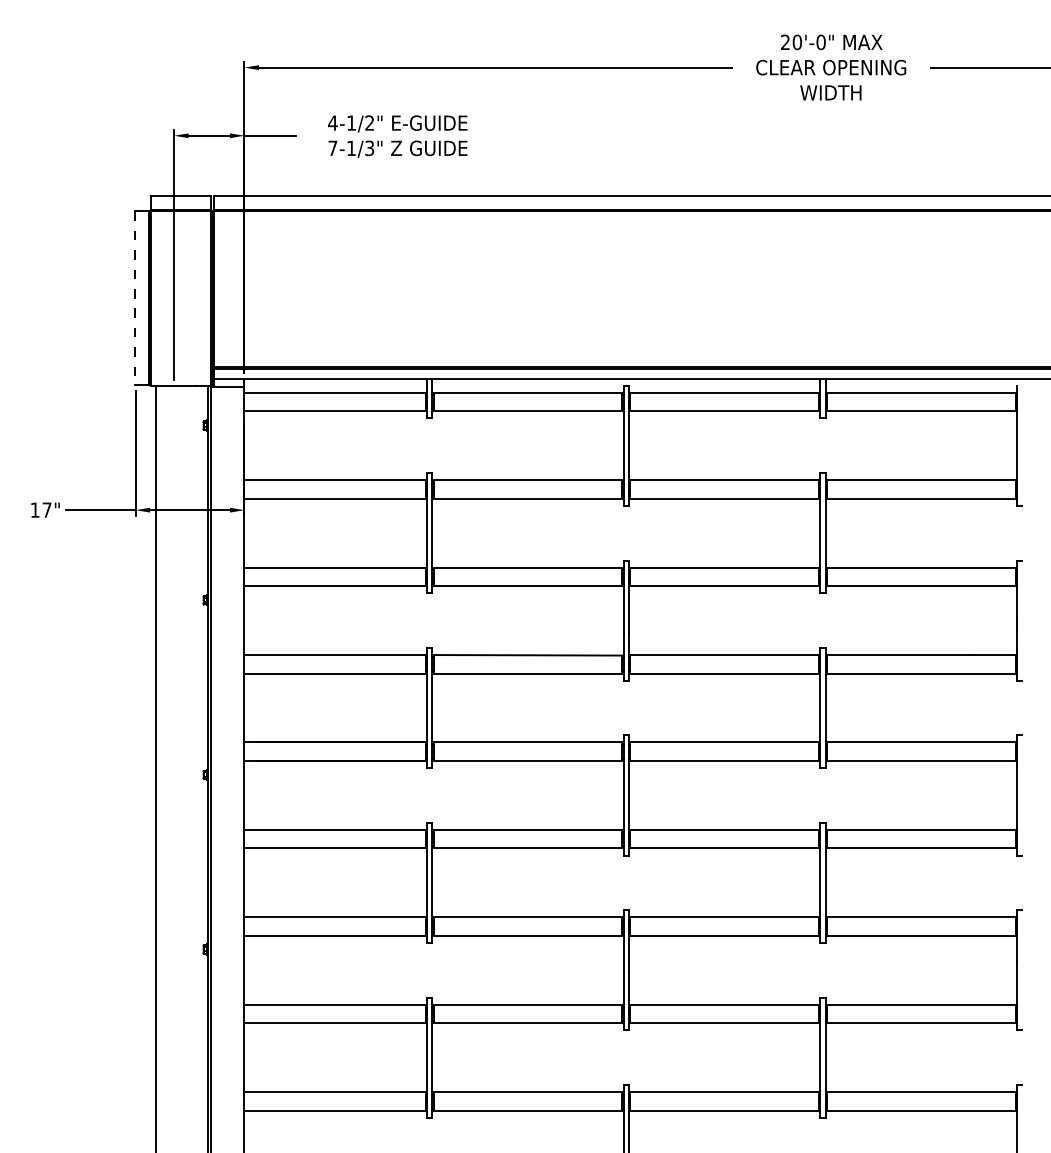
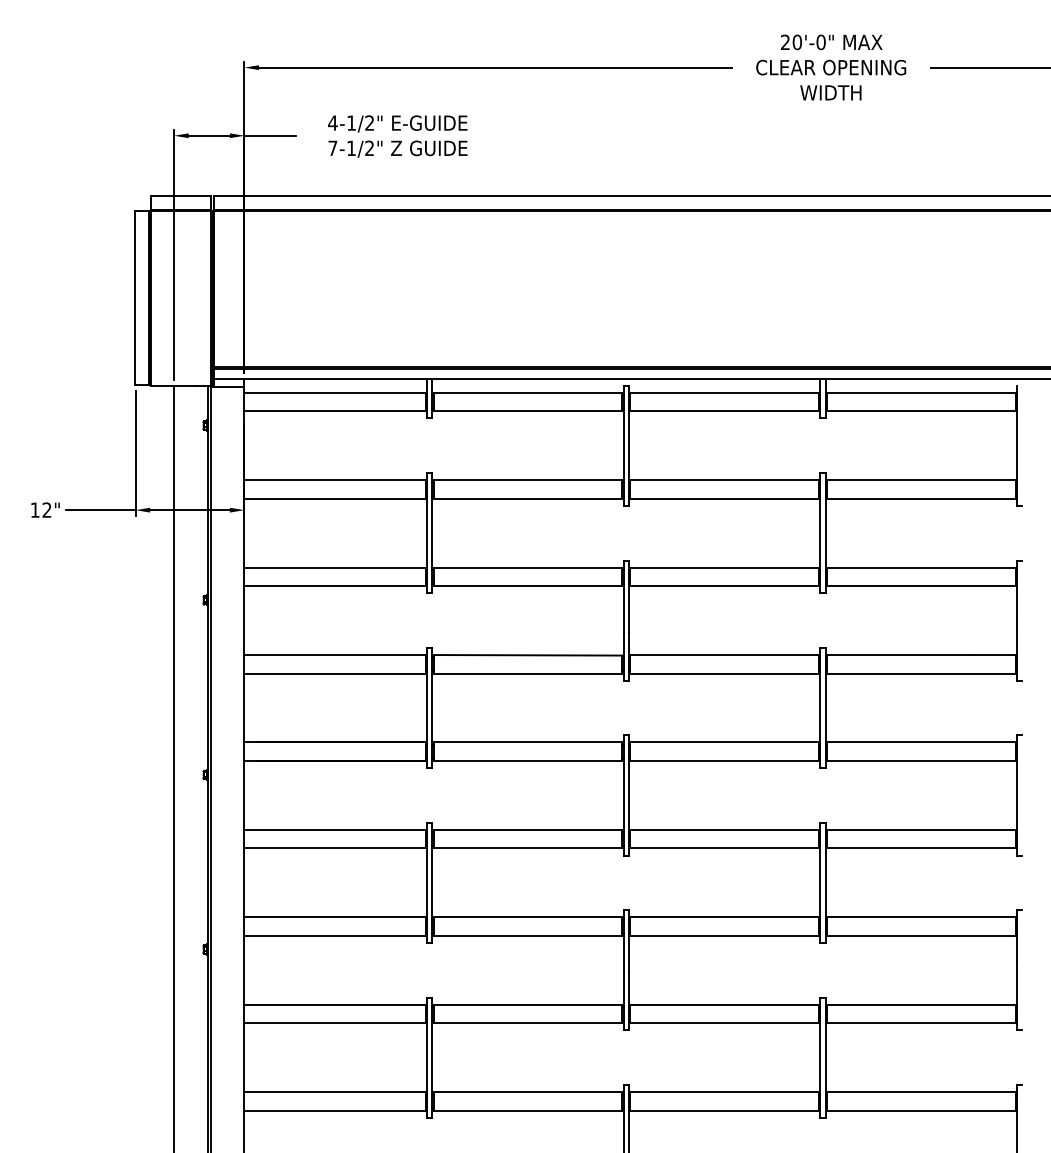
text at (369, 148): 7-1/3" -> 7-1/2"
line at (135, 298): dashed -> solid
text at (46, 509): 17" -> 12"
line at (156, 767) position: (156, 767) -> (174, 767)
